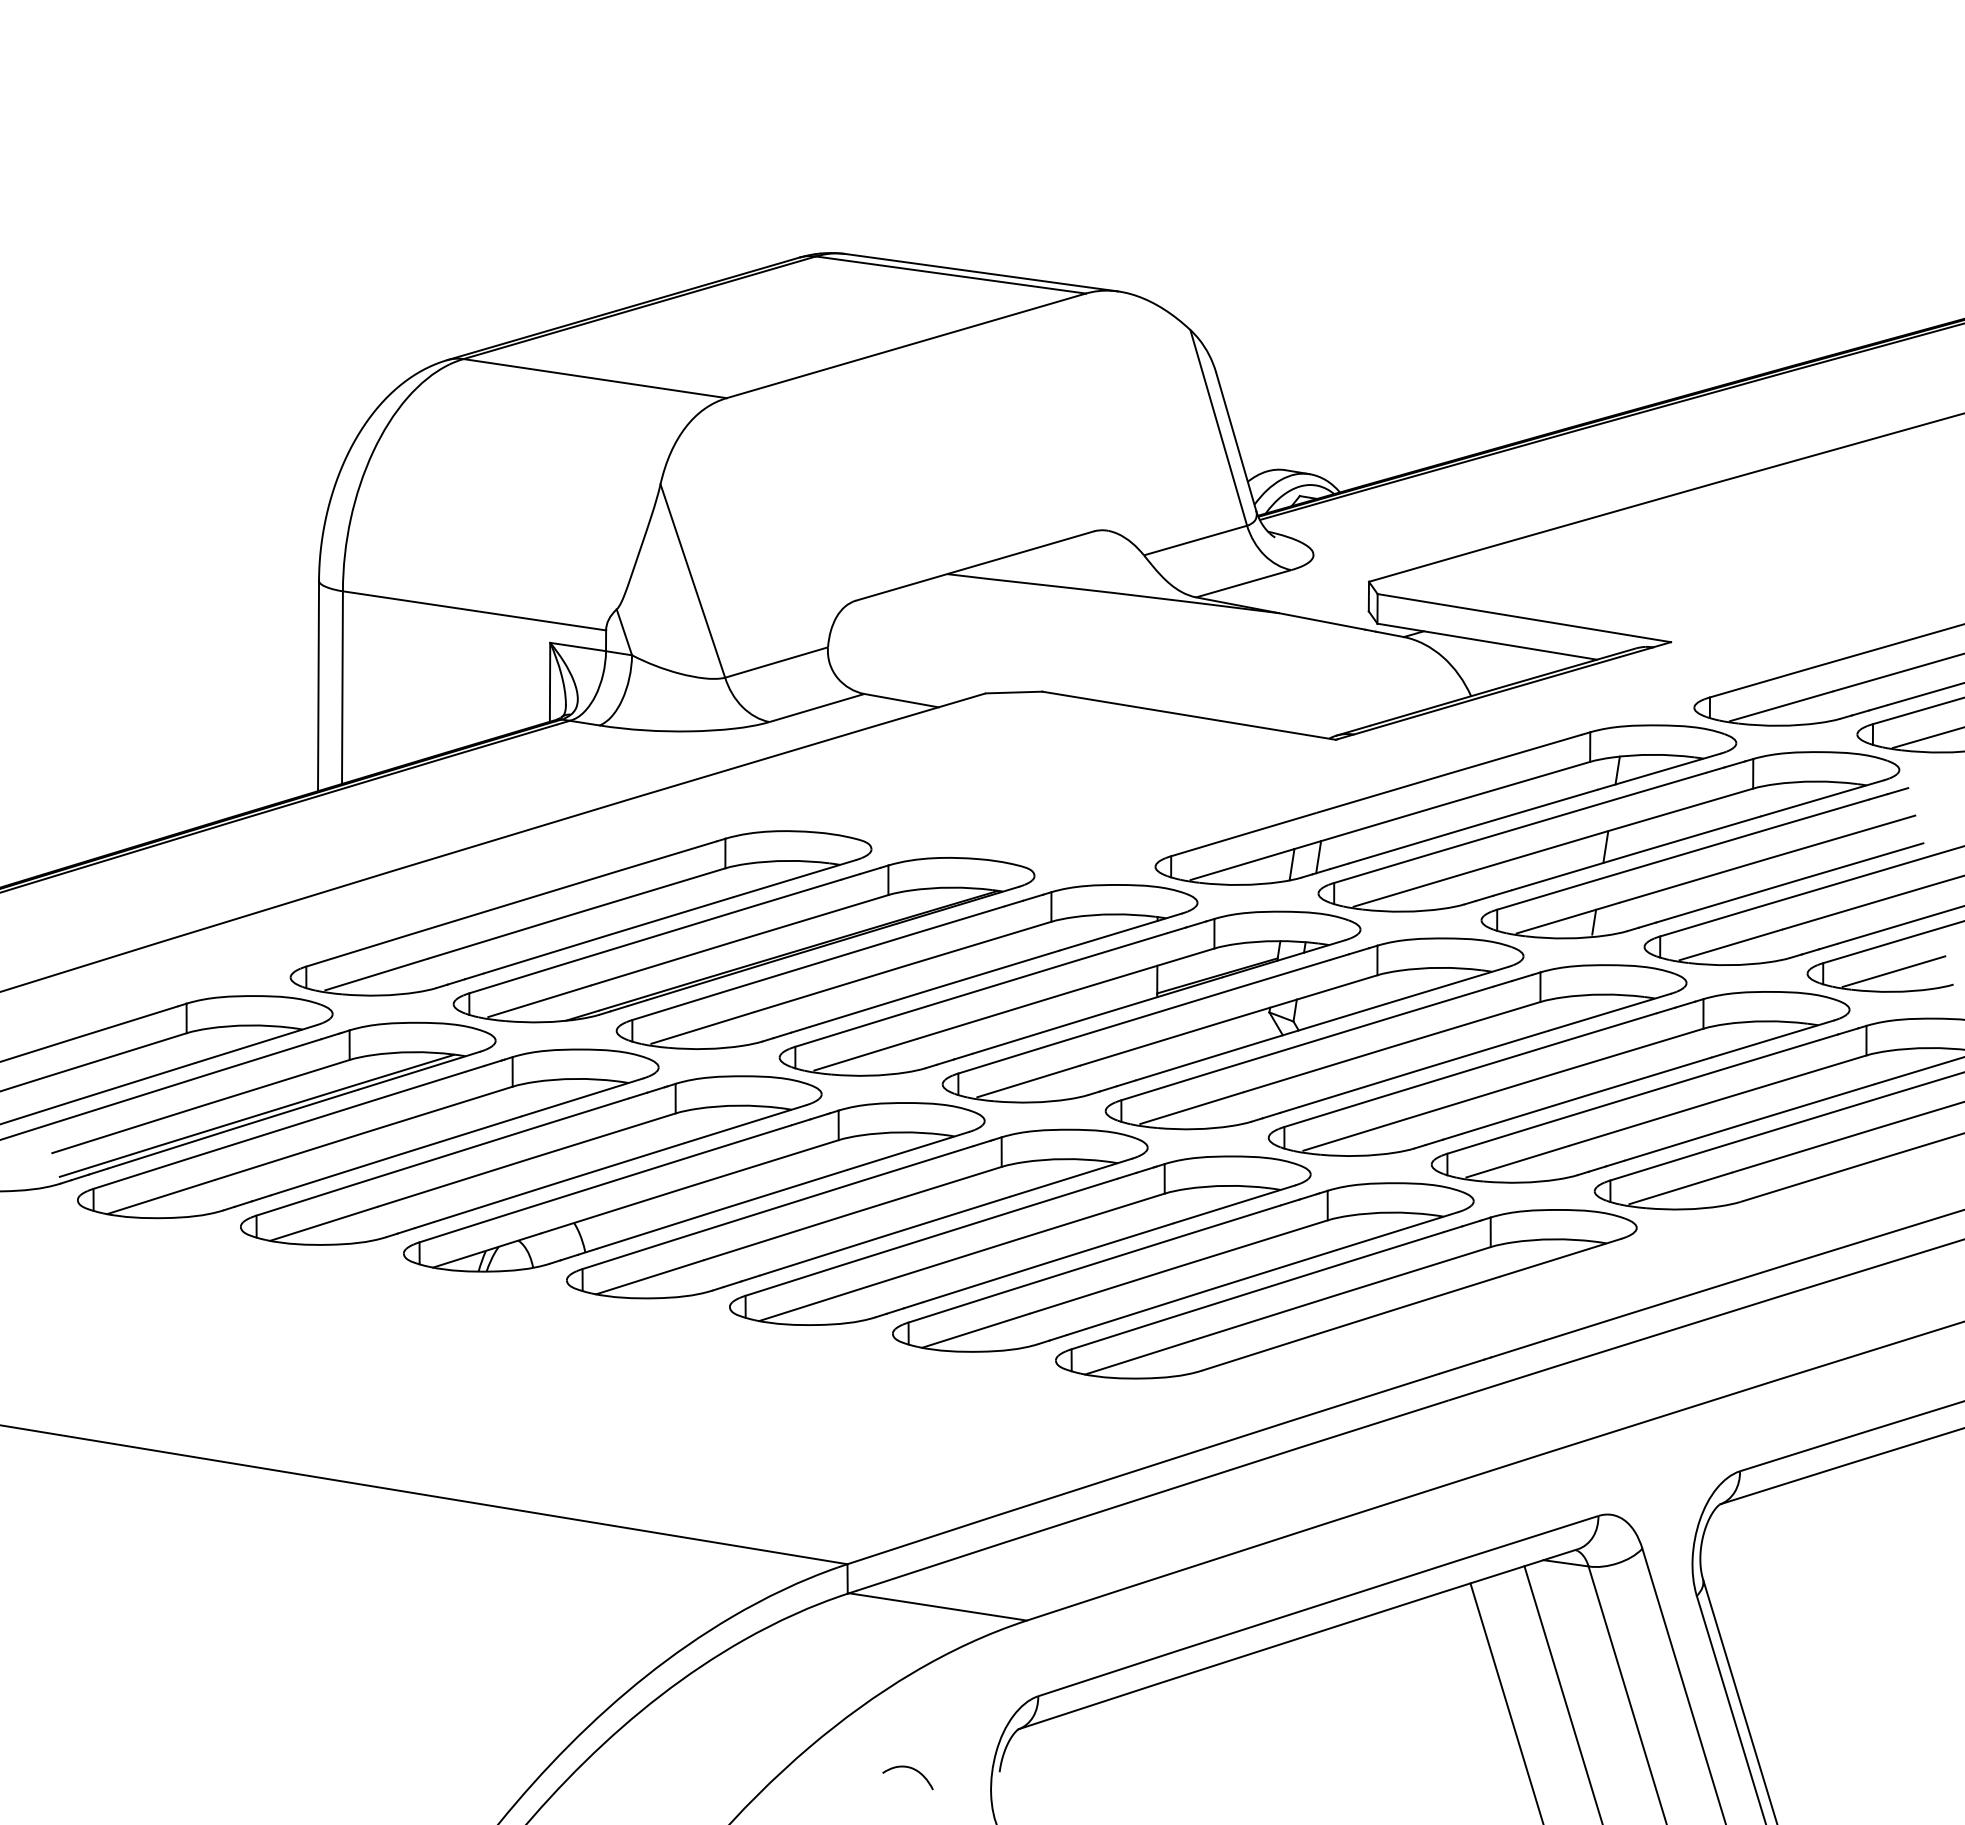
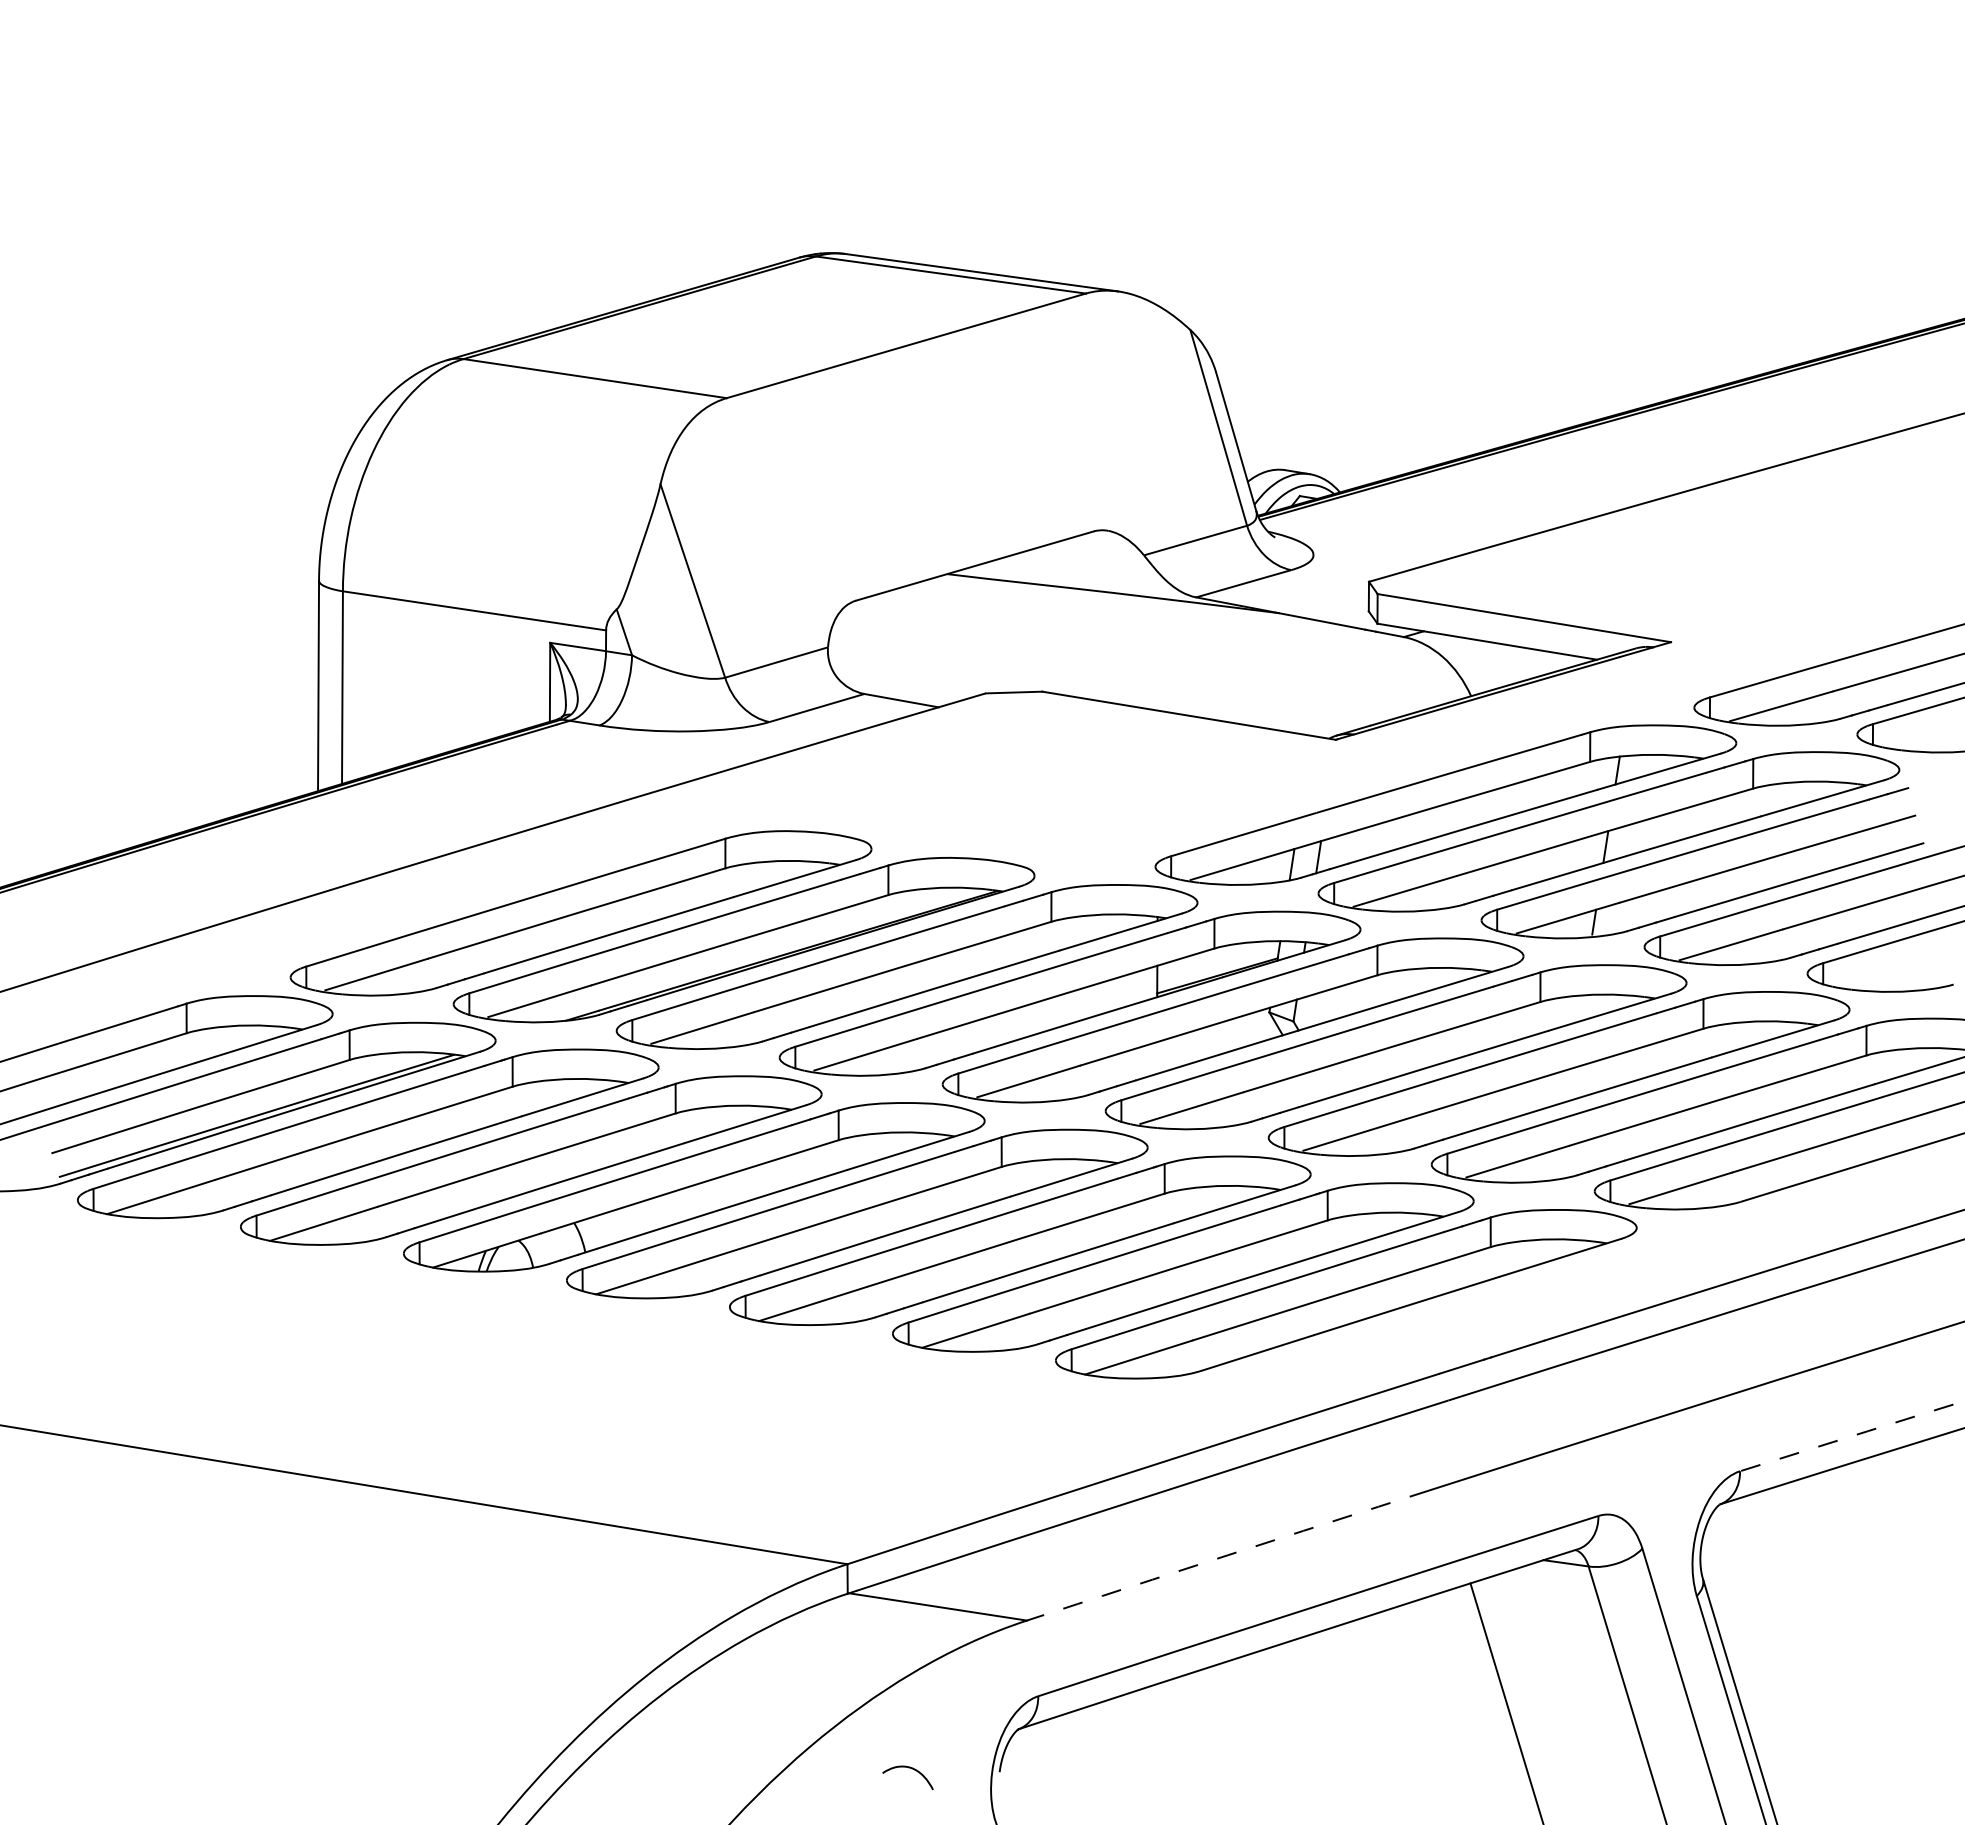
line at (1926, 737): present -> none
line at (1893, 971): present -> none
arc at (1852, 1436): solid -> dashed
arc at (1227, 1555): solid -> dashed
line at (1562, 1693): present -> none
